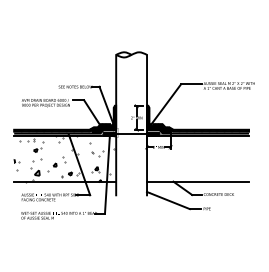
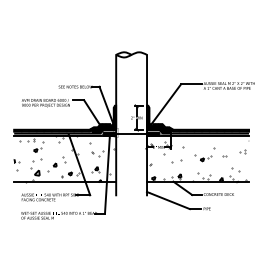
hatch at (199, 161): none -> present
